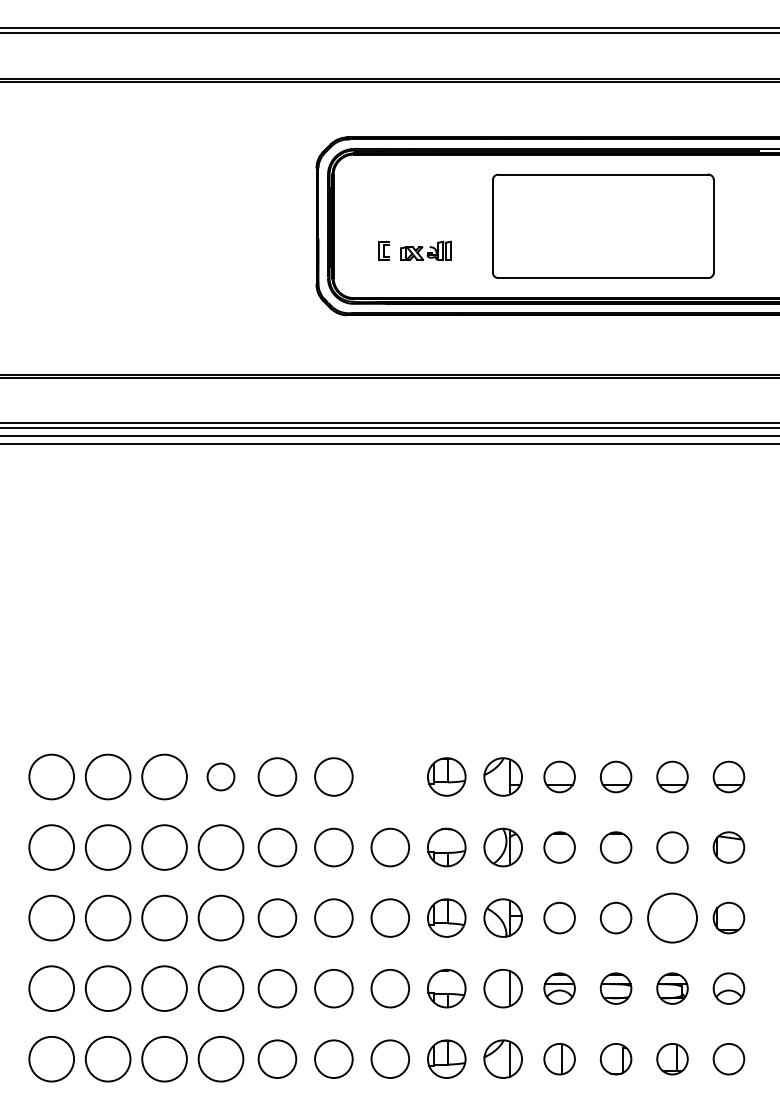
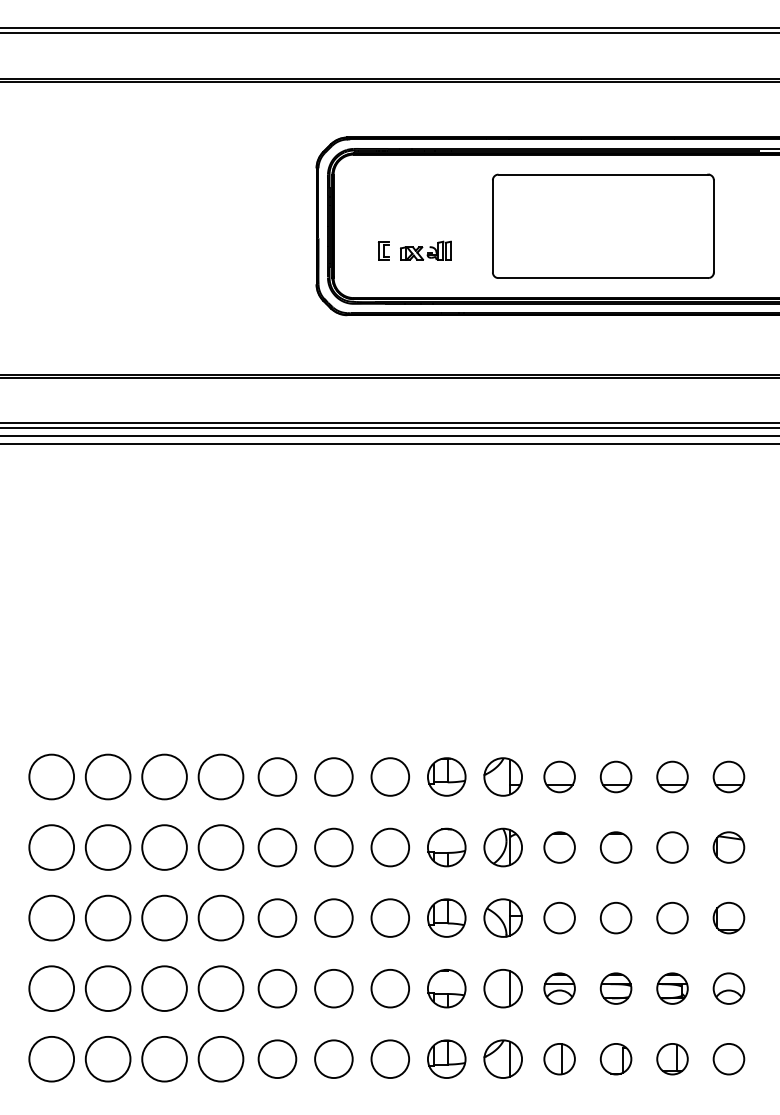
circle at (220, 776) diameter: 27 px -> 45 px
circle at (389, 776): none -> present
circle at (672, 917) diameter: 49 px -> 31 px
